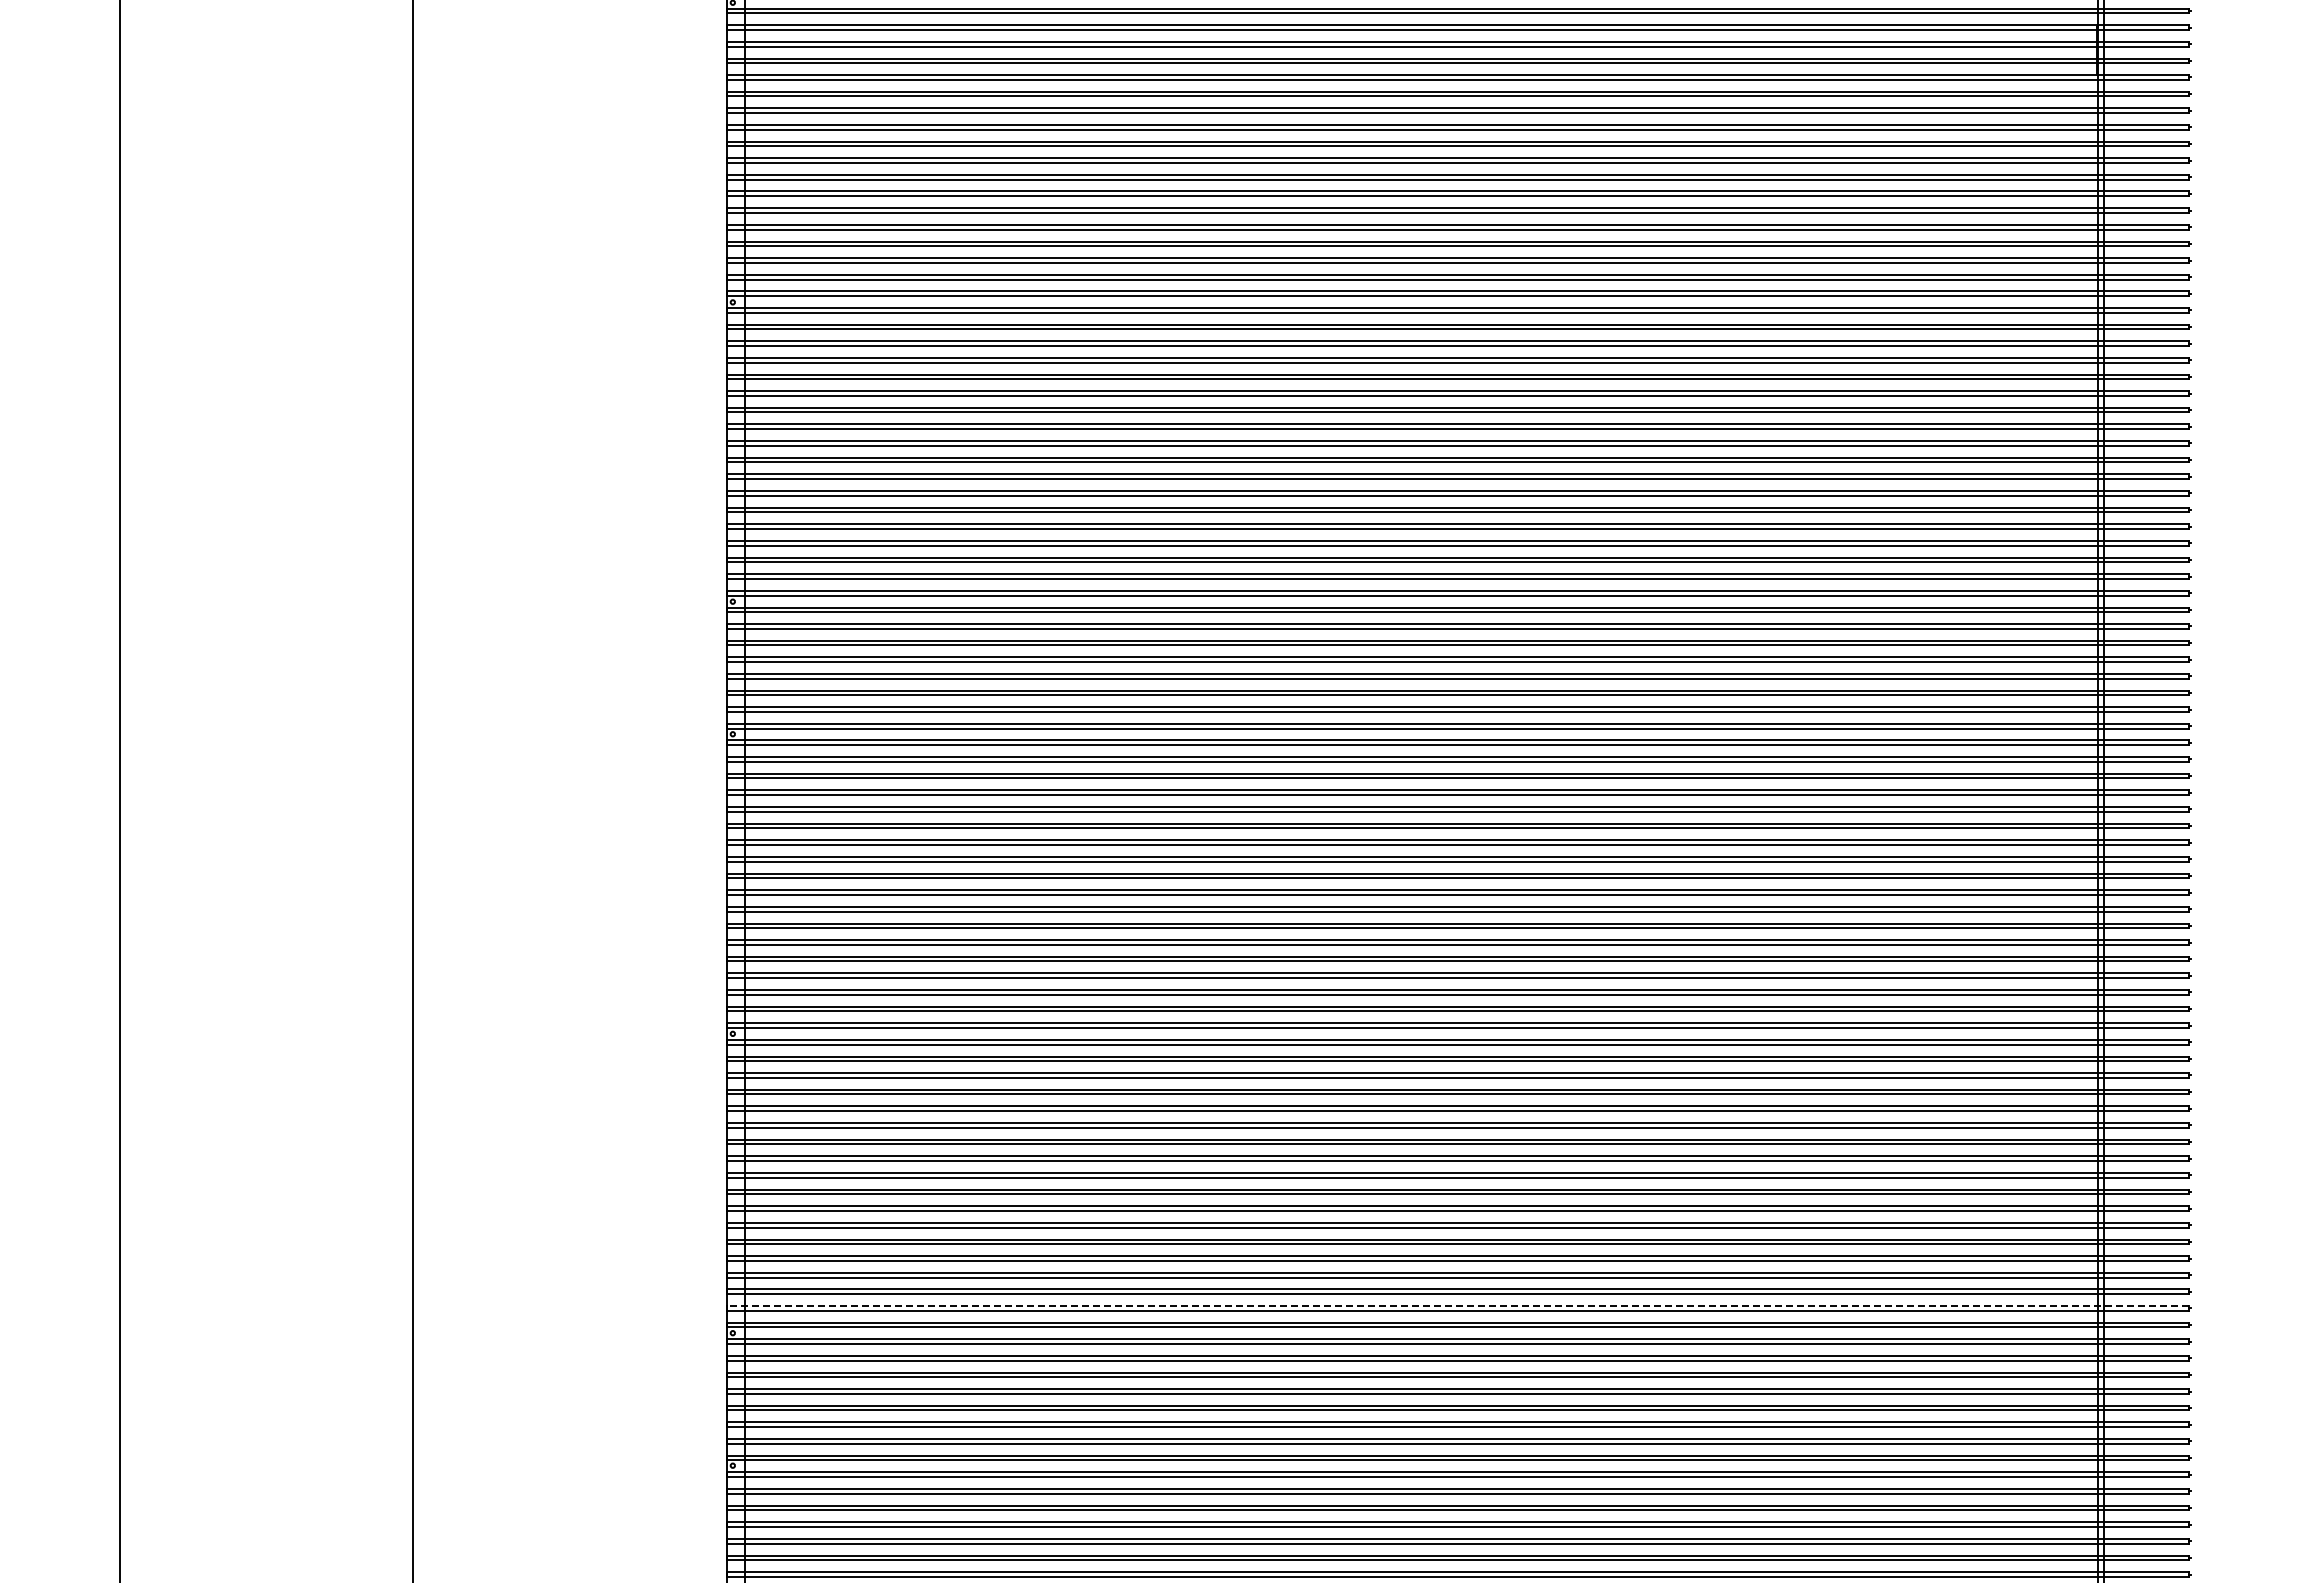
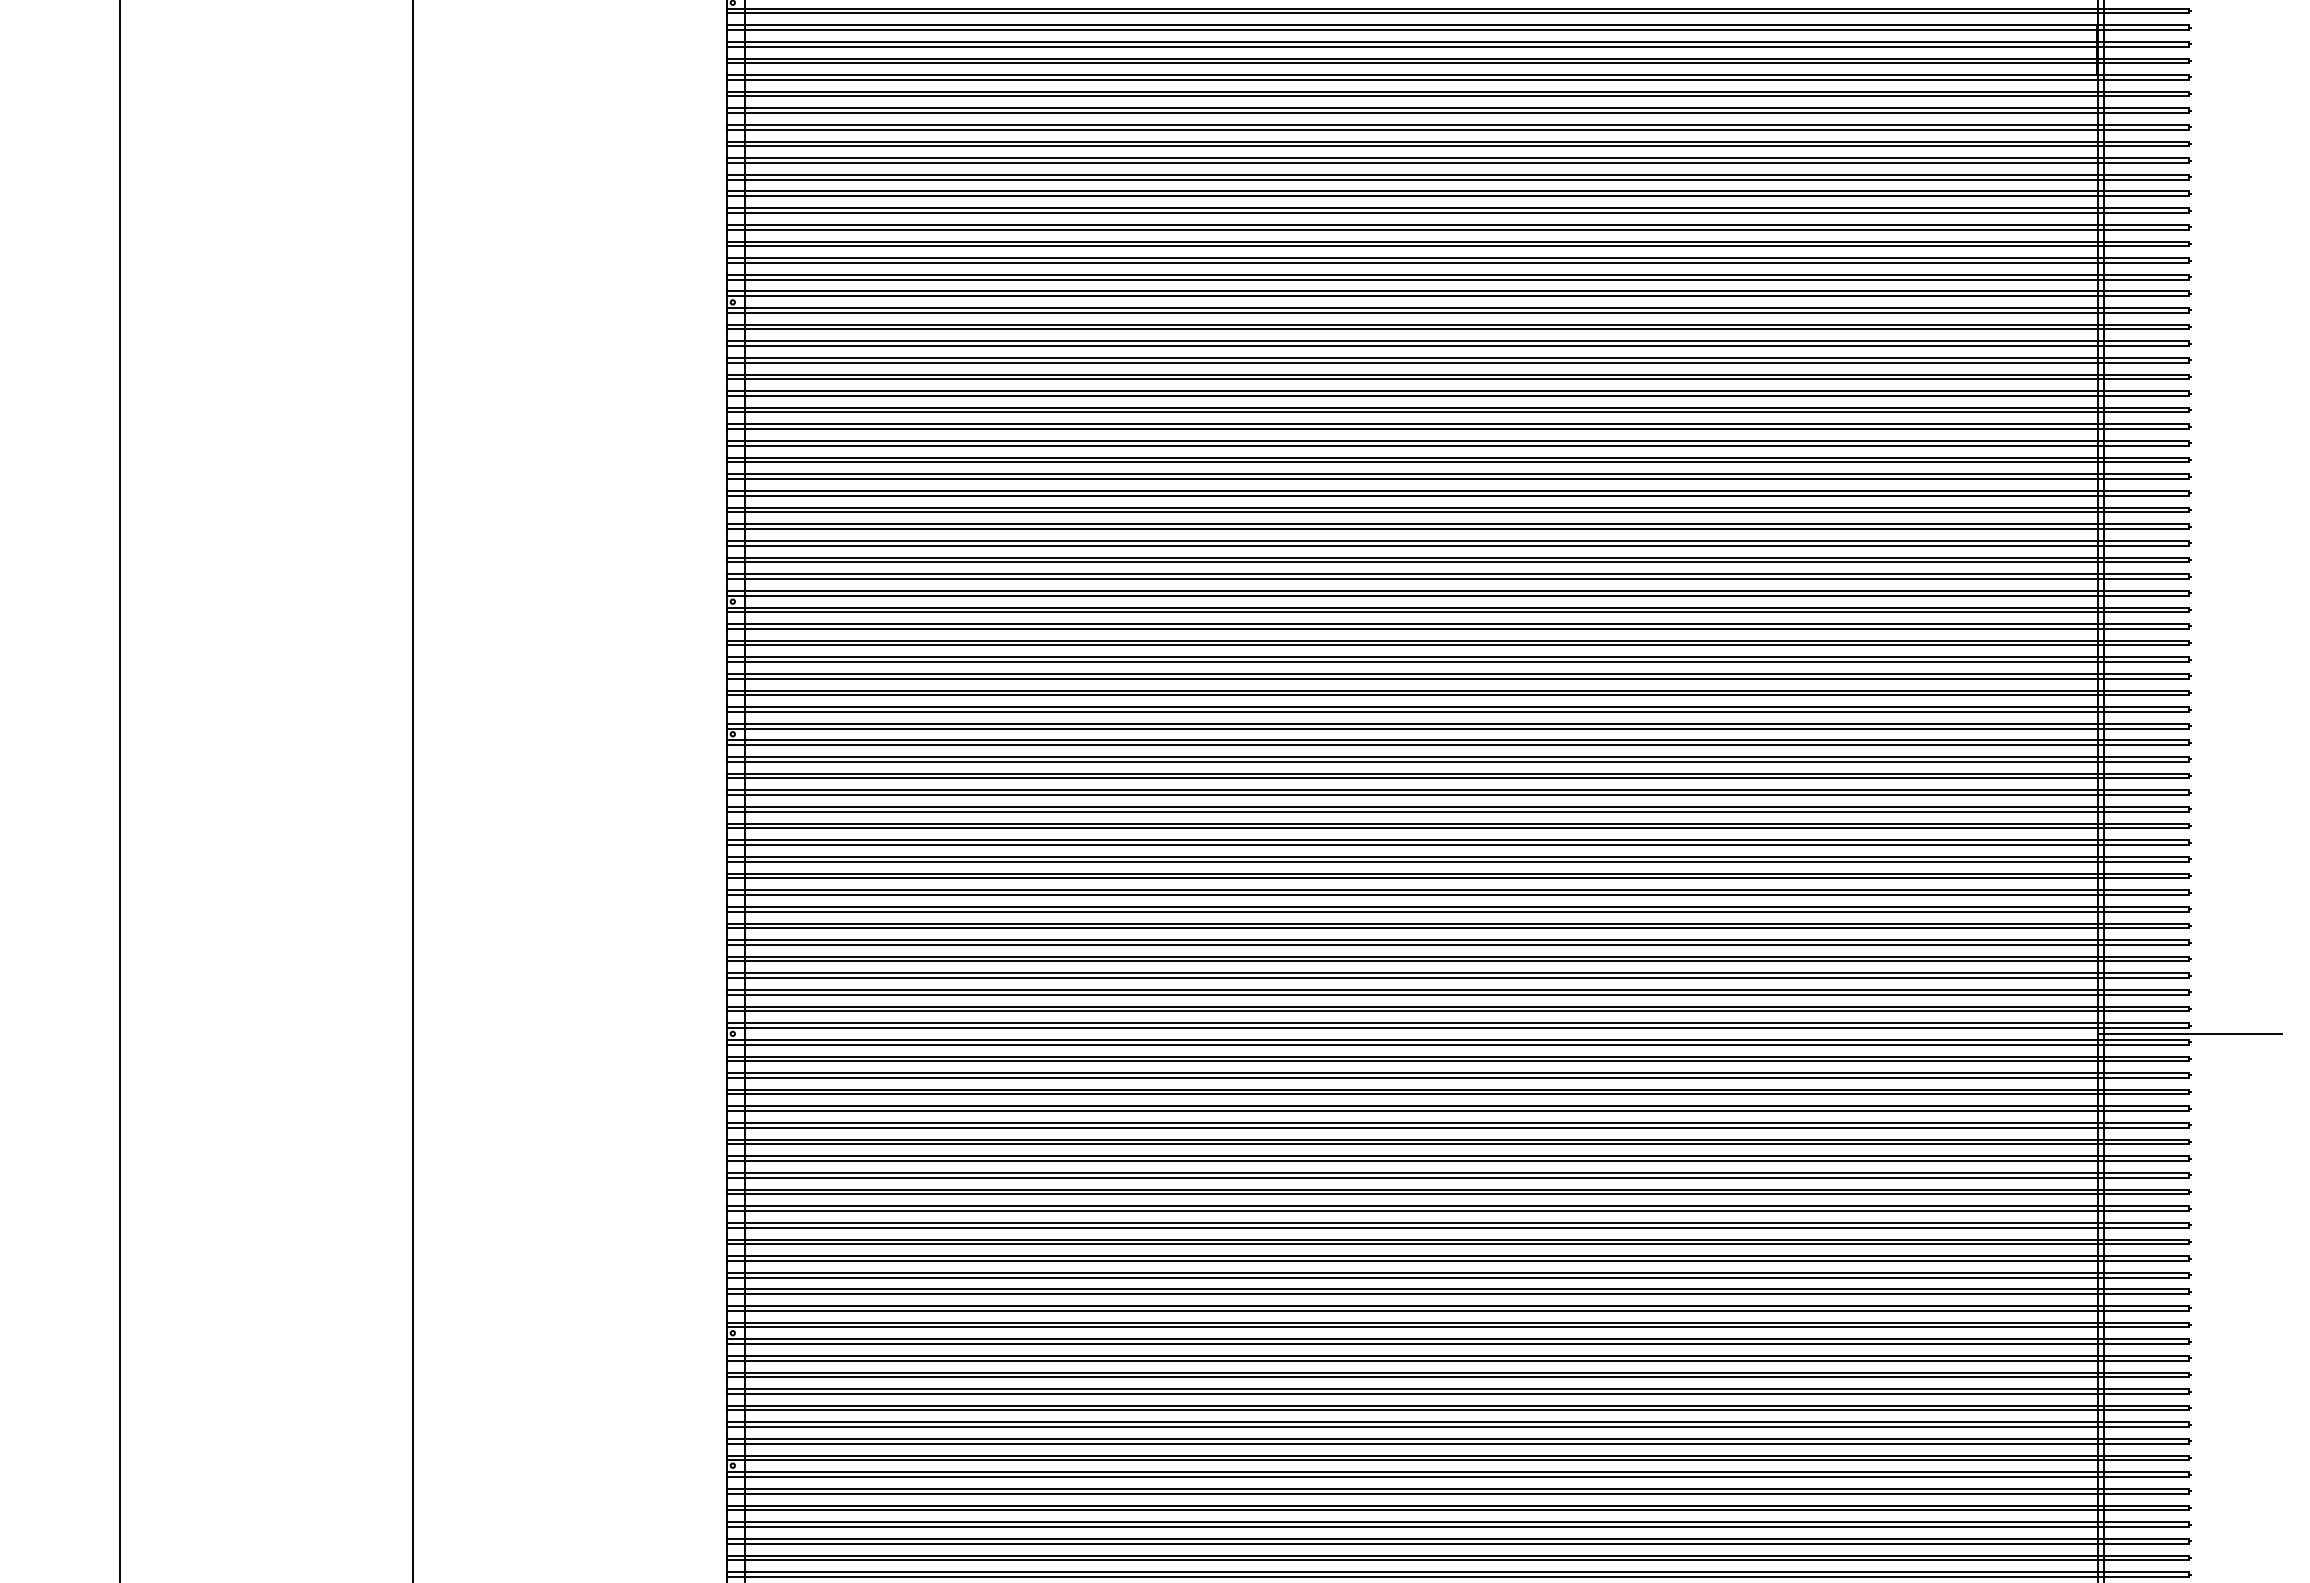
line at (2189, 1033): none -> present
line at (1458, 1305): dashed -> solid
